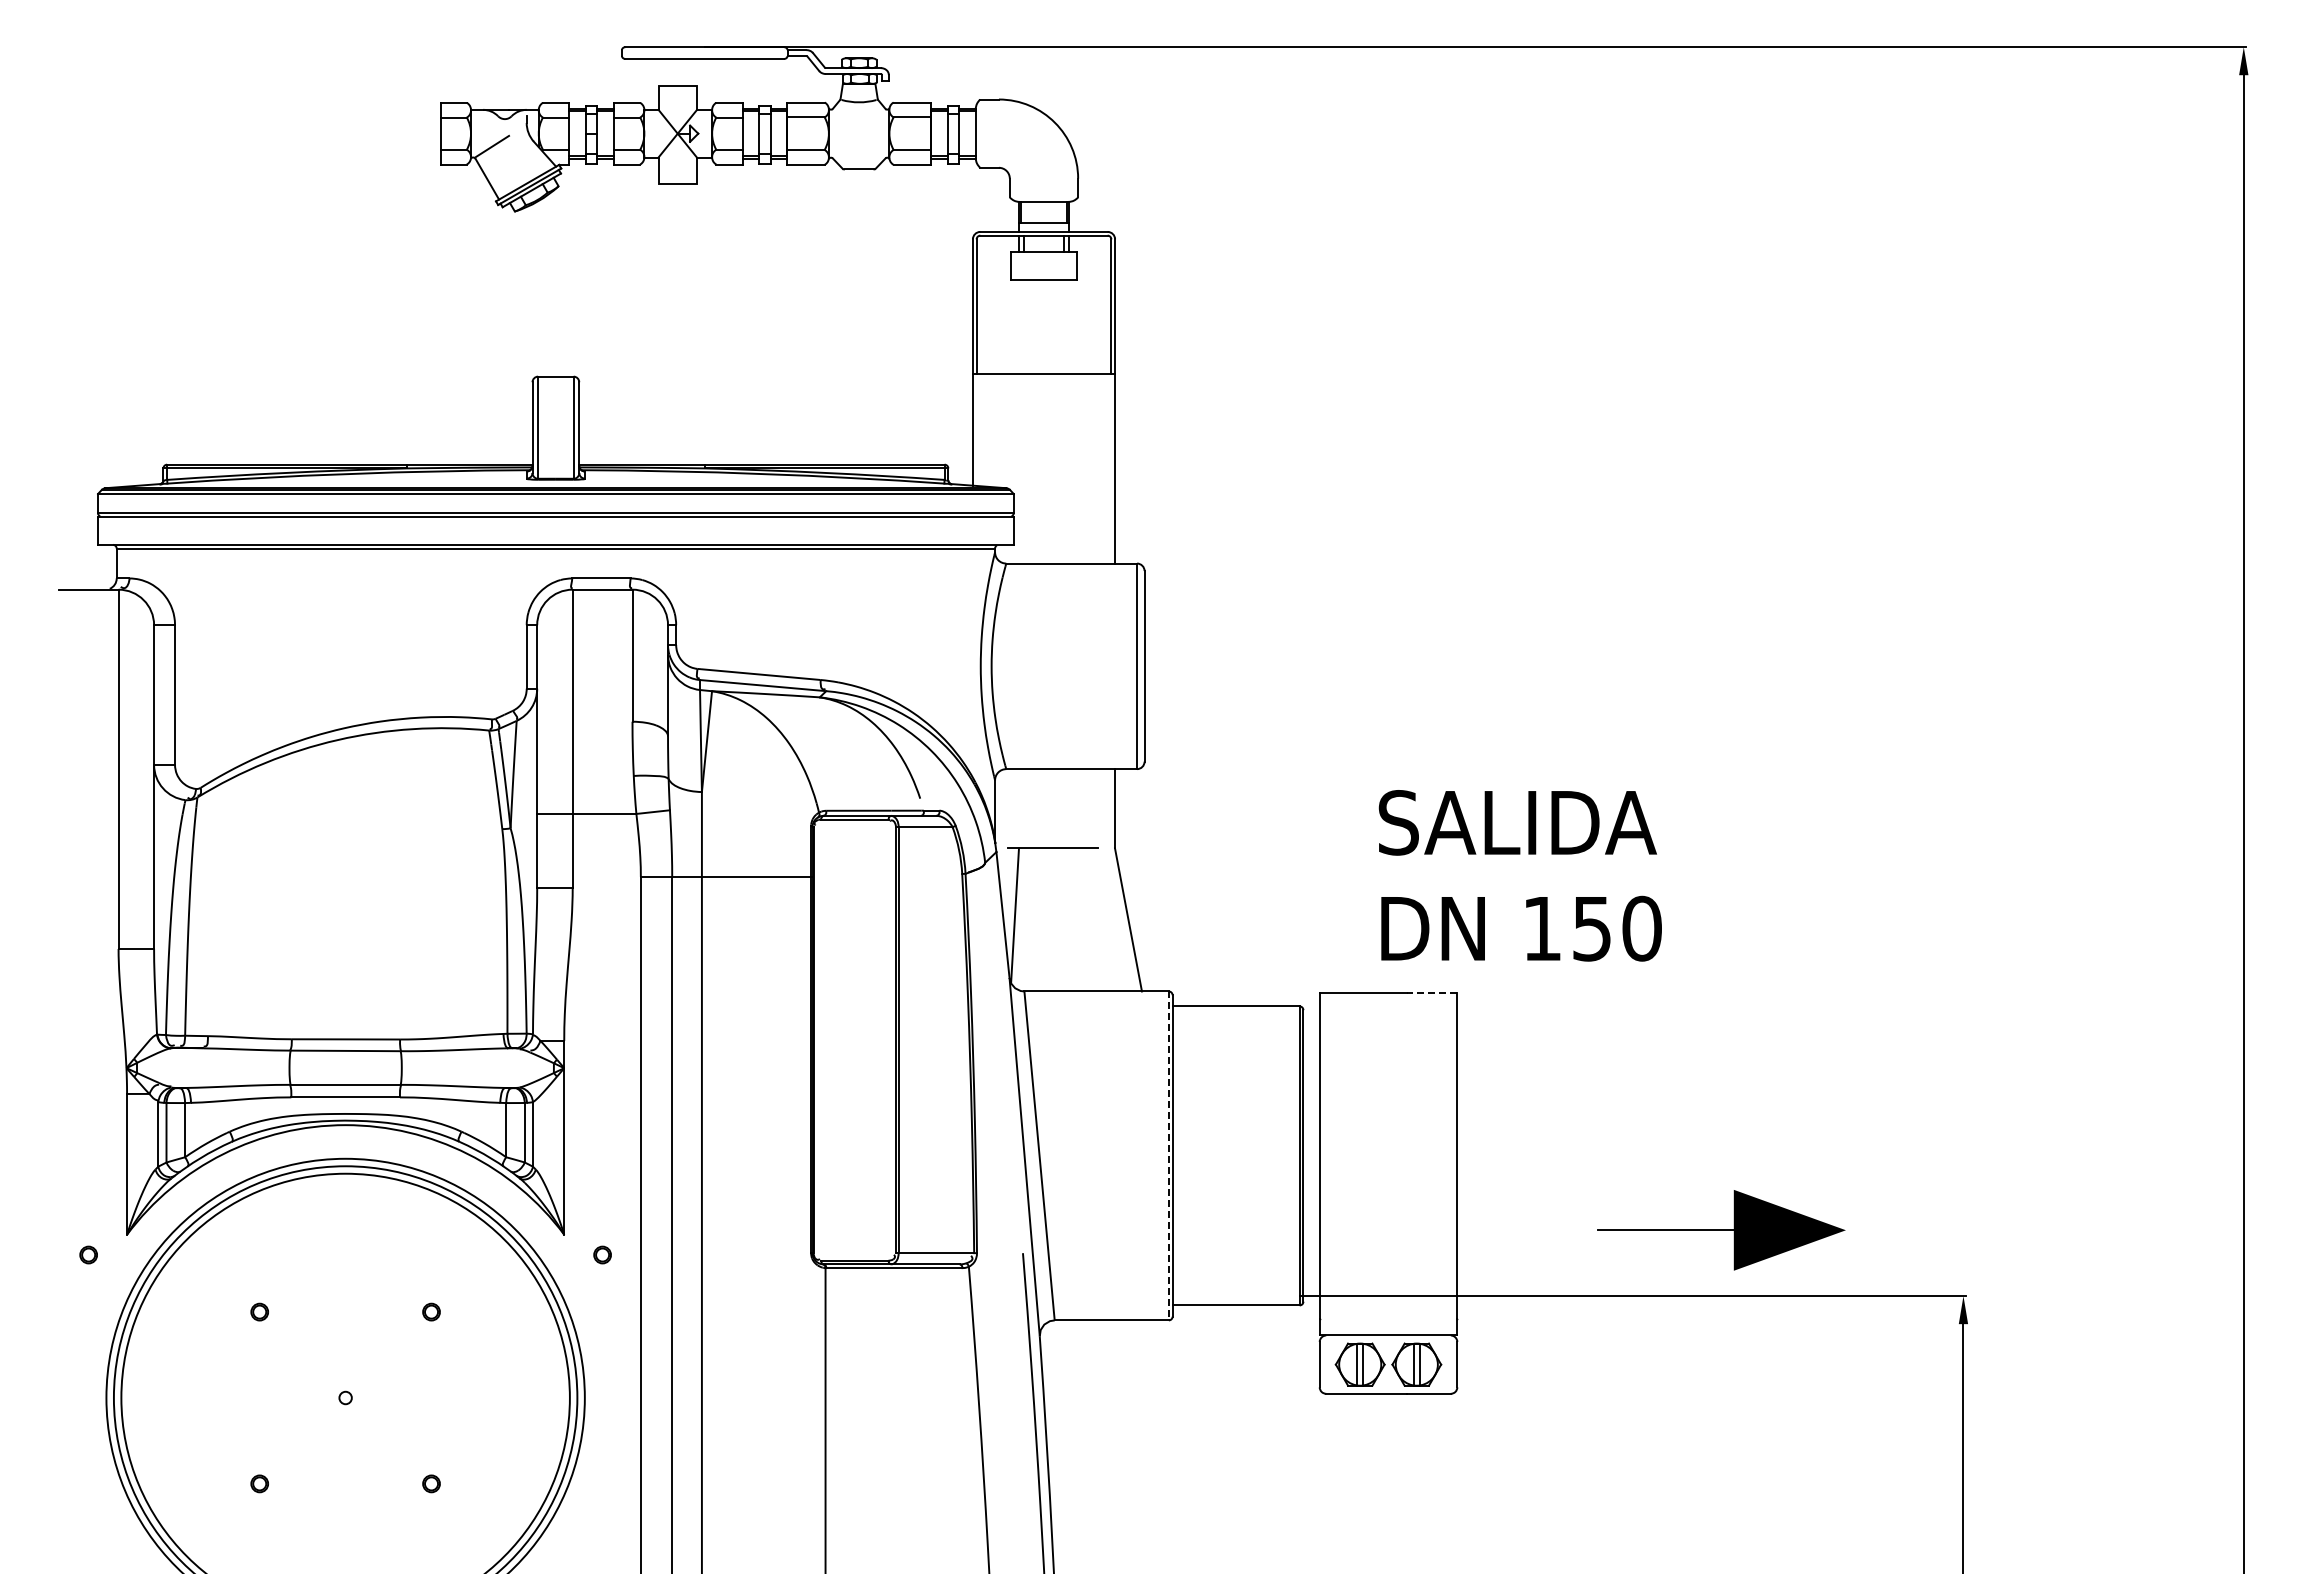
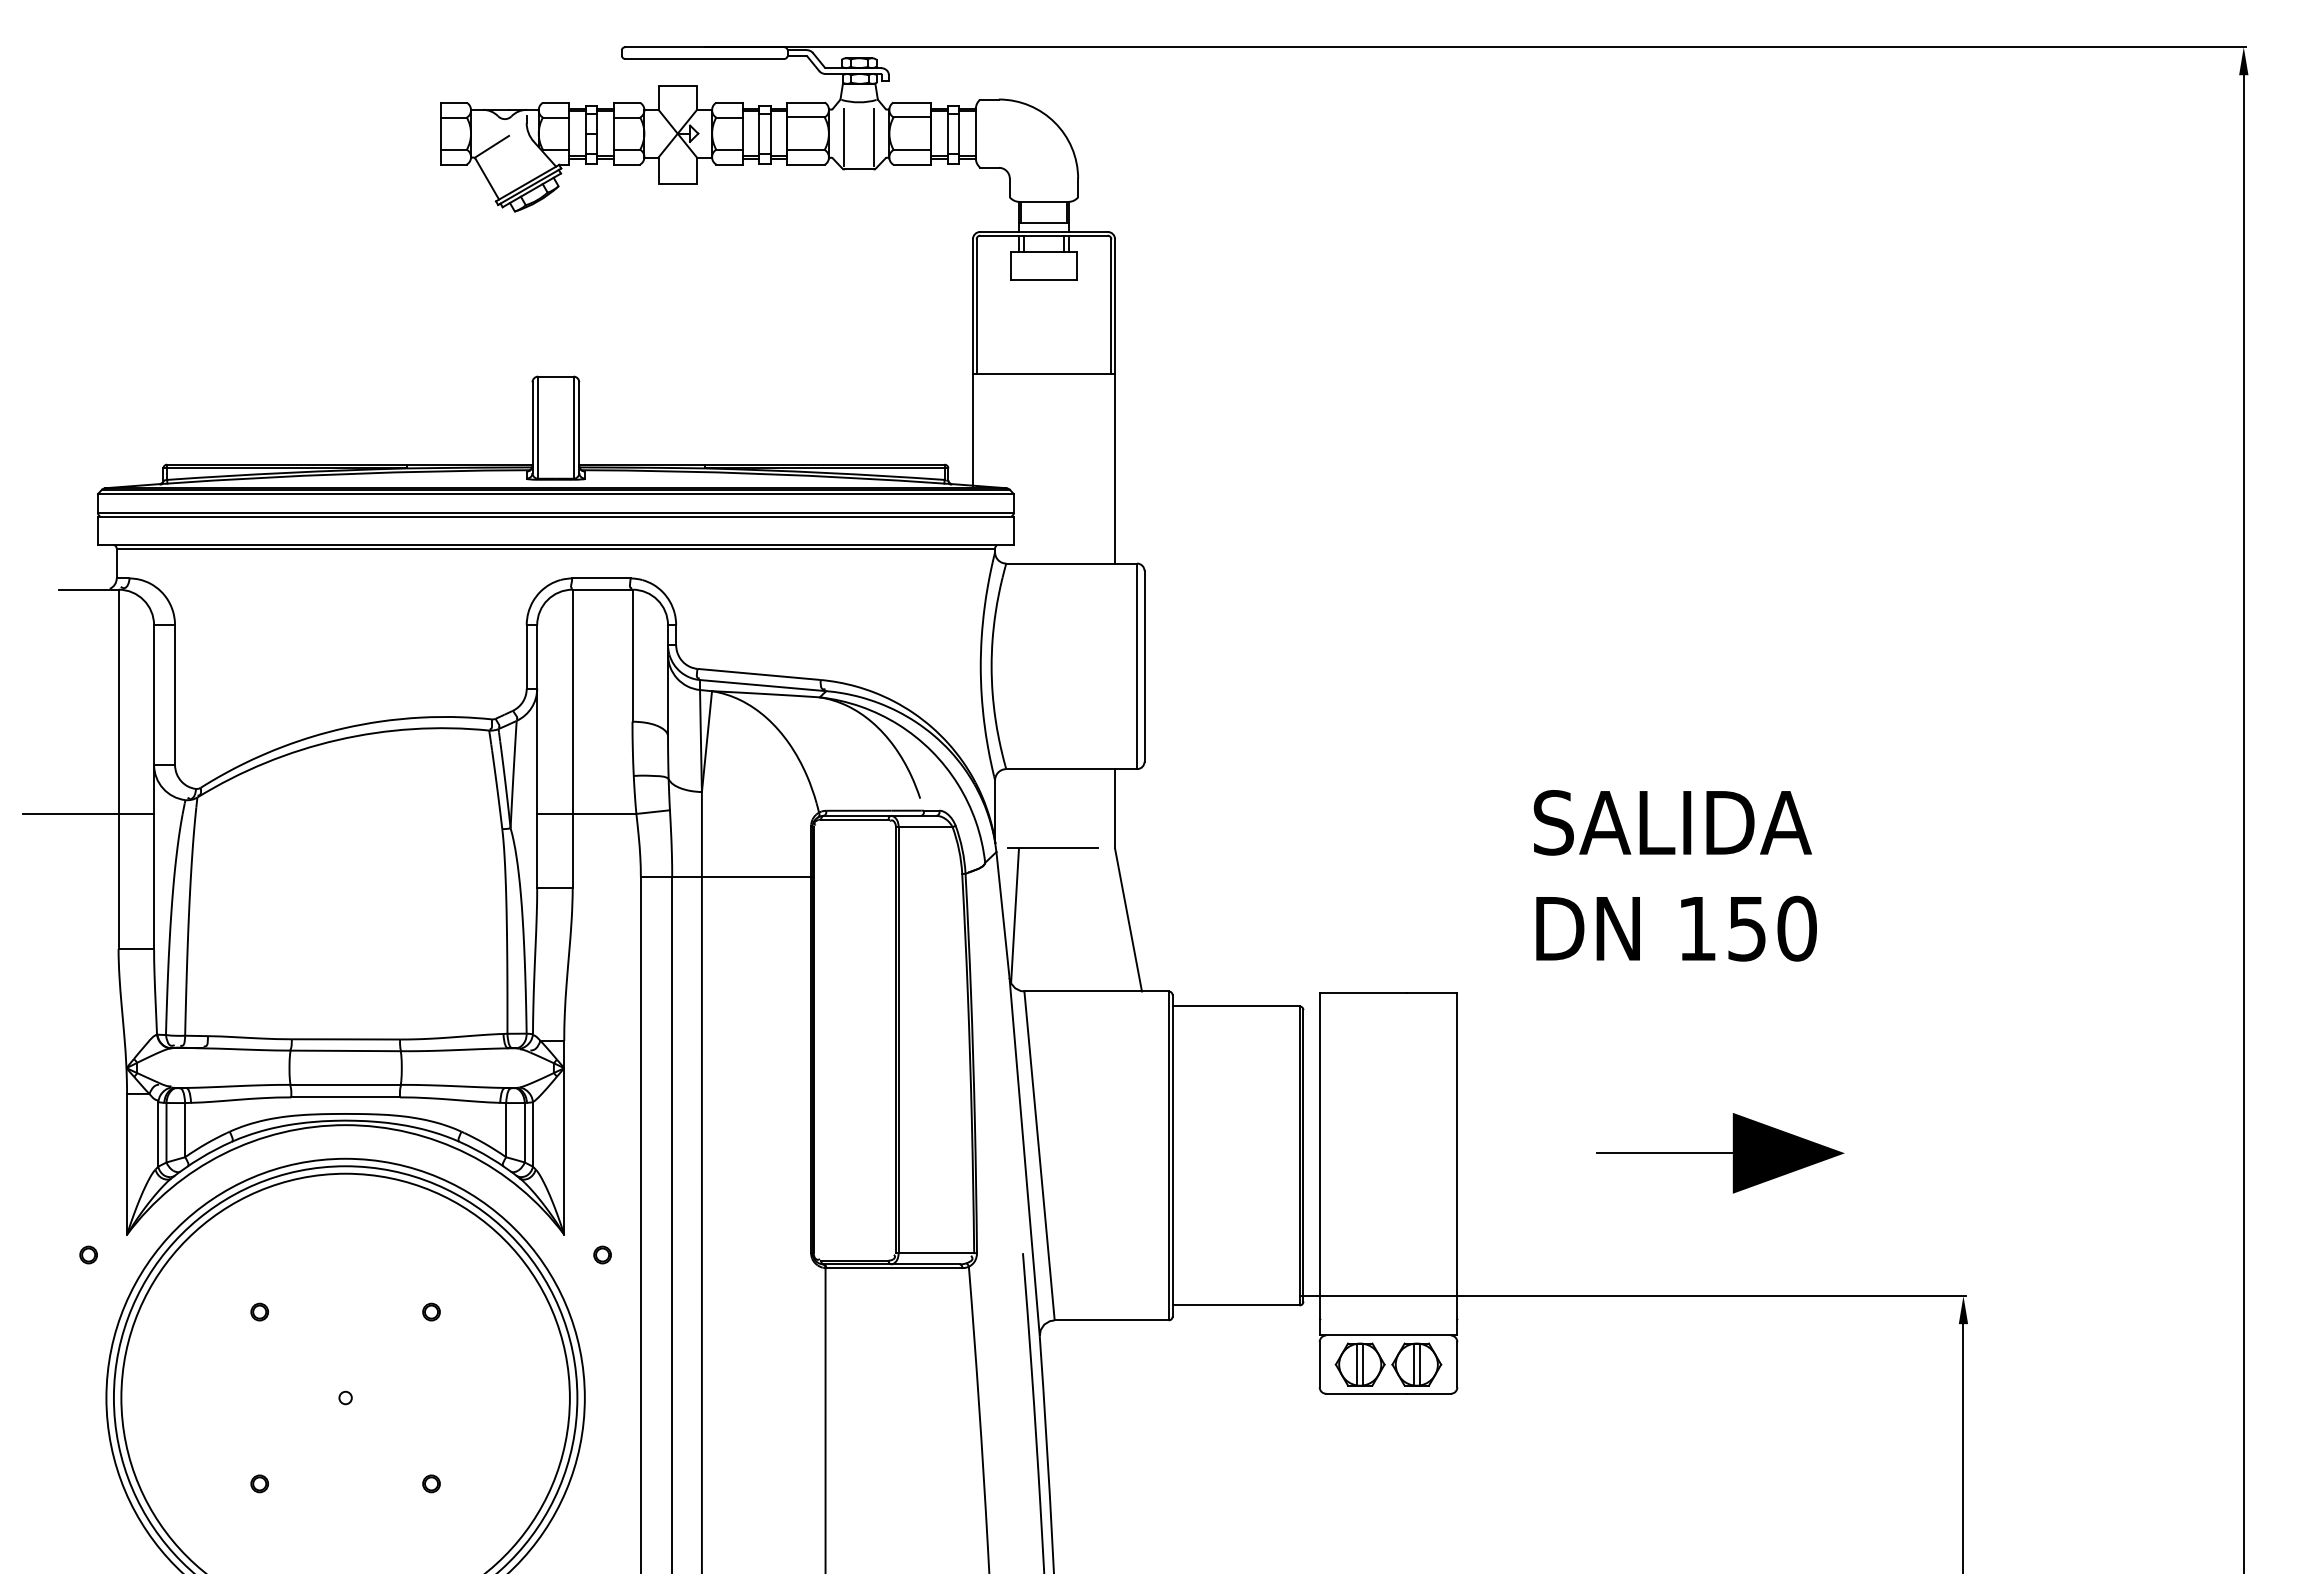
line at (843, 137): none -> present
line at (874, 137): none -> present
line at (88, 813): none -> present
text at (1519, 875) position: (1519, 875) -> (1674, 875)
line at (1431, 992): dashed -> solid
line at (1168, 1156): dashed -> solid
part at (1721, 1230) position: (1721, 1230) -> (1720, 1153)
